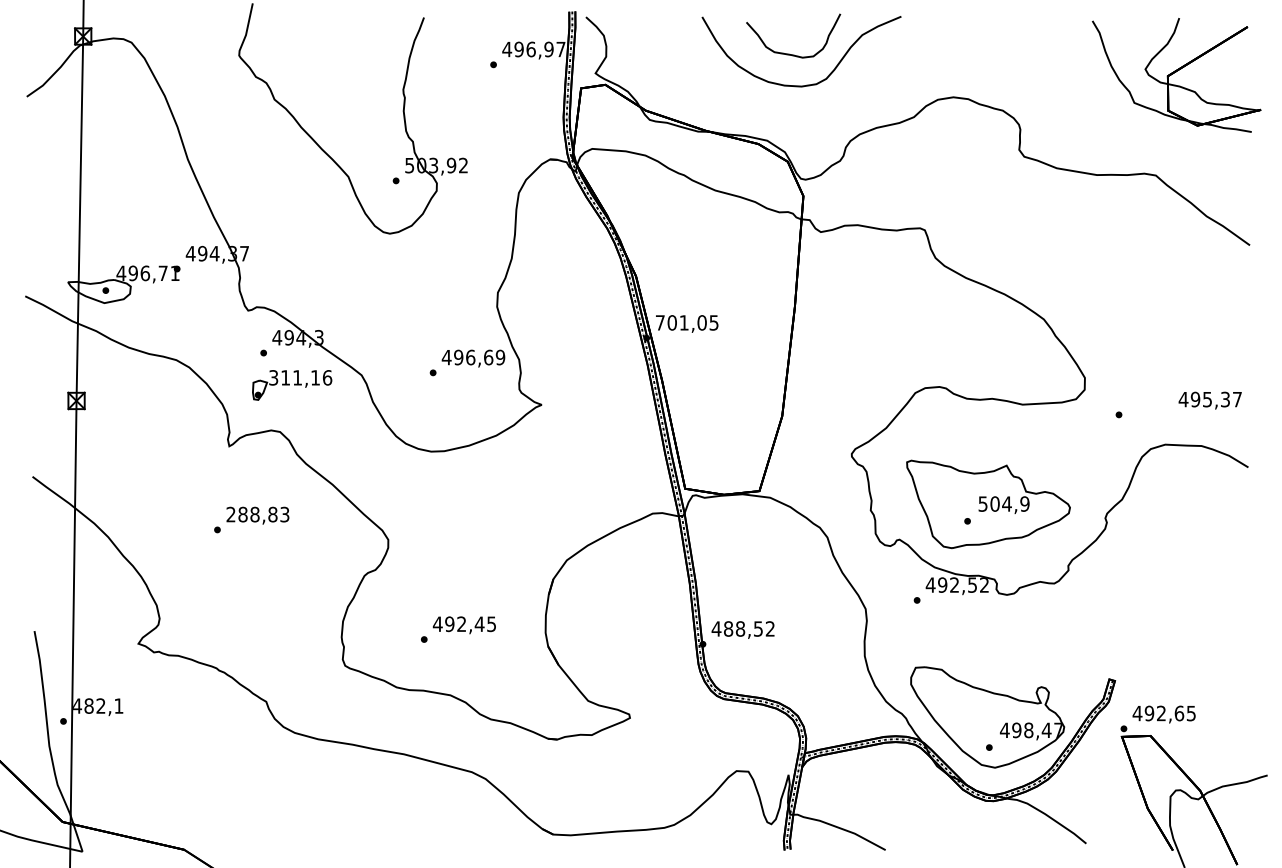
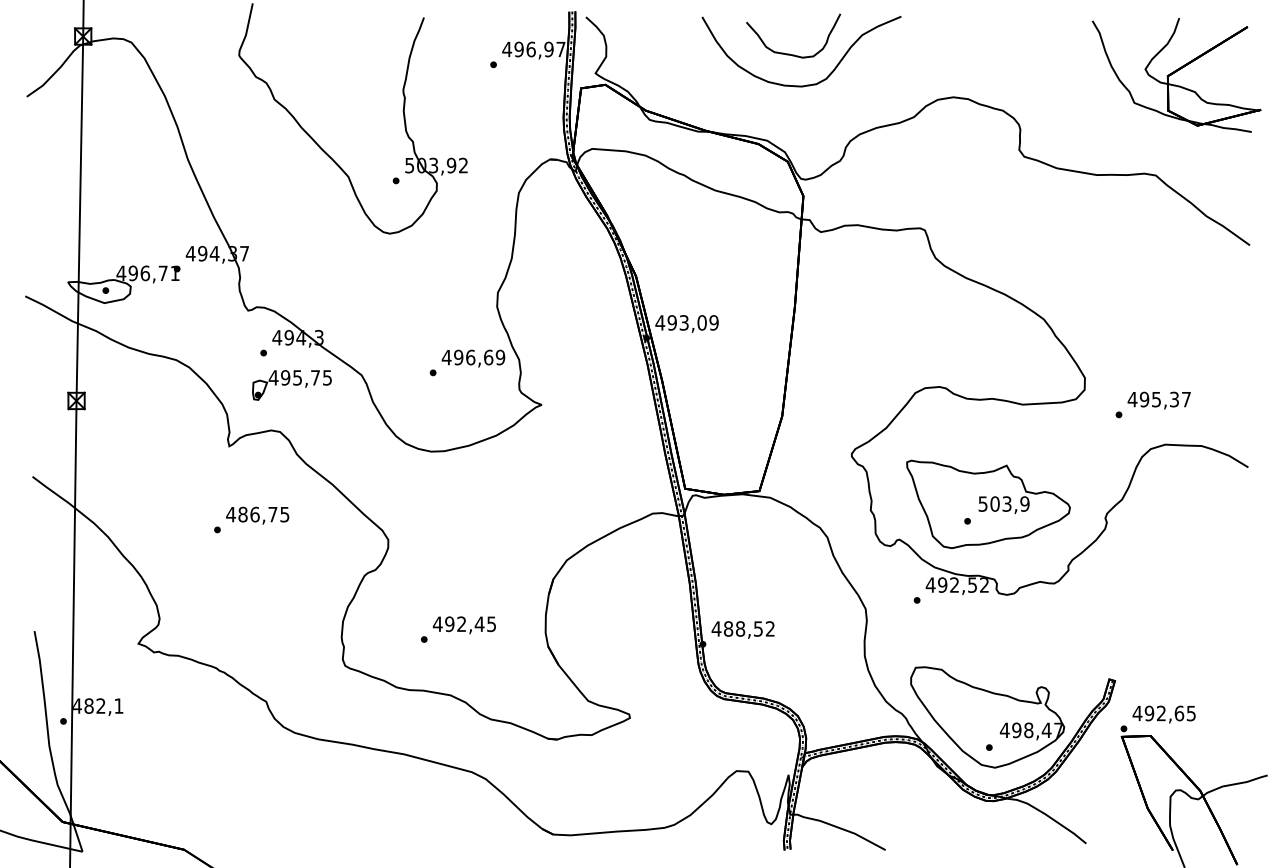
text at (686, 322): 701,05 -> 493,09
text at (300, 377): 311,16 -> 495,75
text at (1209, 400) position: (1209, 400) -> (1158, 400)
text at (1006, 503): 504,9 -> 503,9
text at (257, 514): 288,83 -> 486,75
